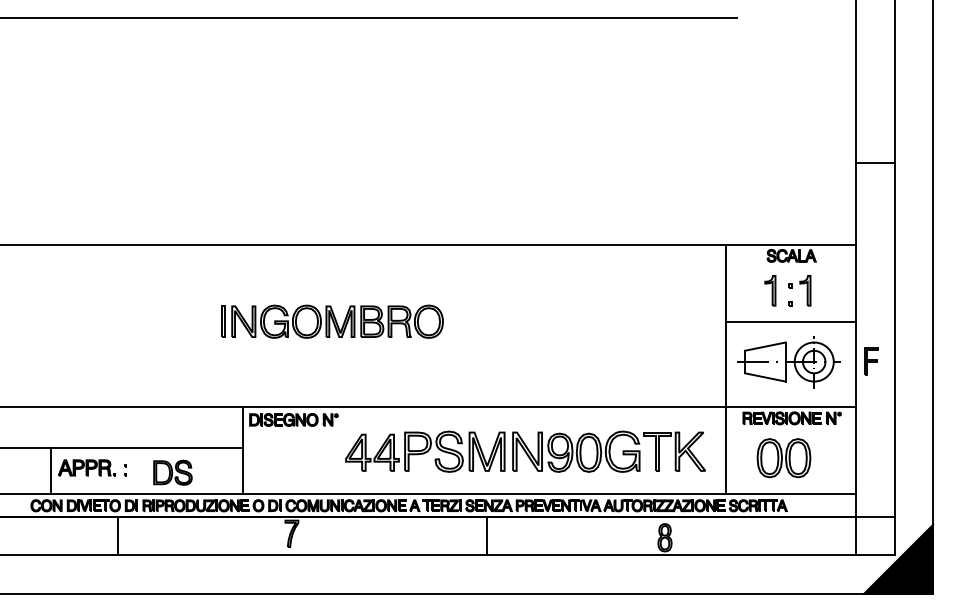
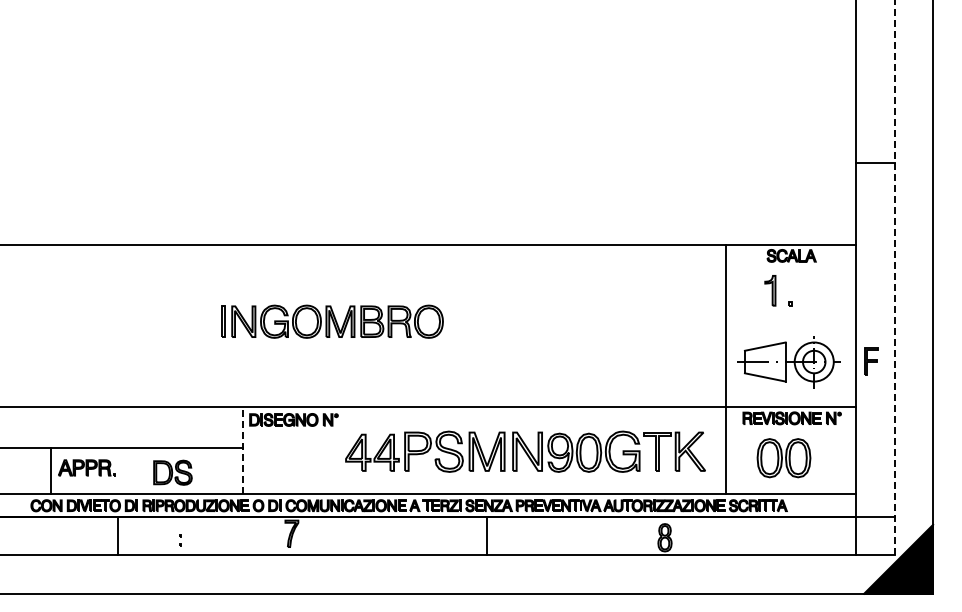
line at (369, 18): present -> none
line at (894, 277): solid -> dashed
part at (799, 290): present -> none
line at (791, 322): present -> none
line at (242, 450): solid -> dashed
part at (125, 470) position: (125, 470) -> (180, 540)
